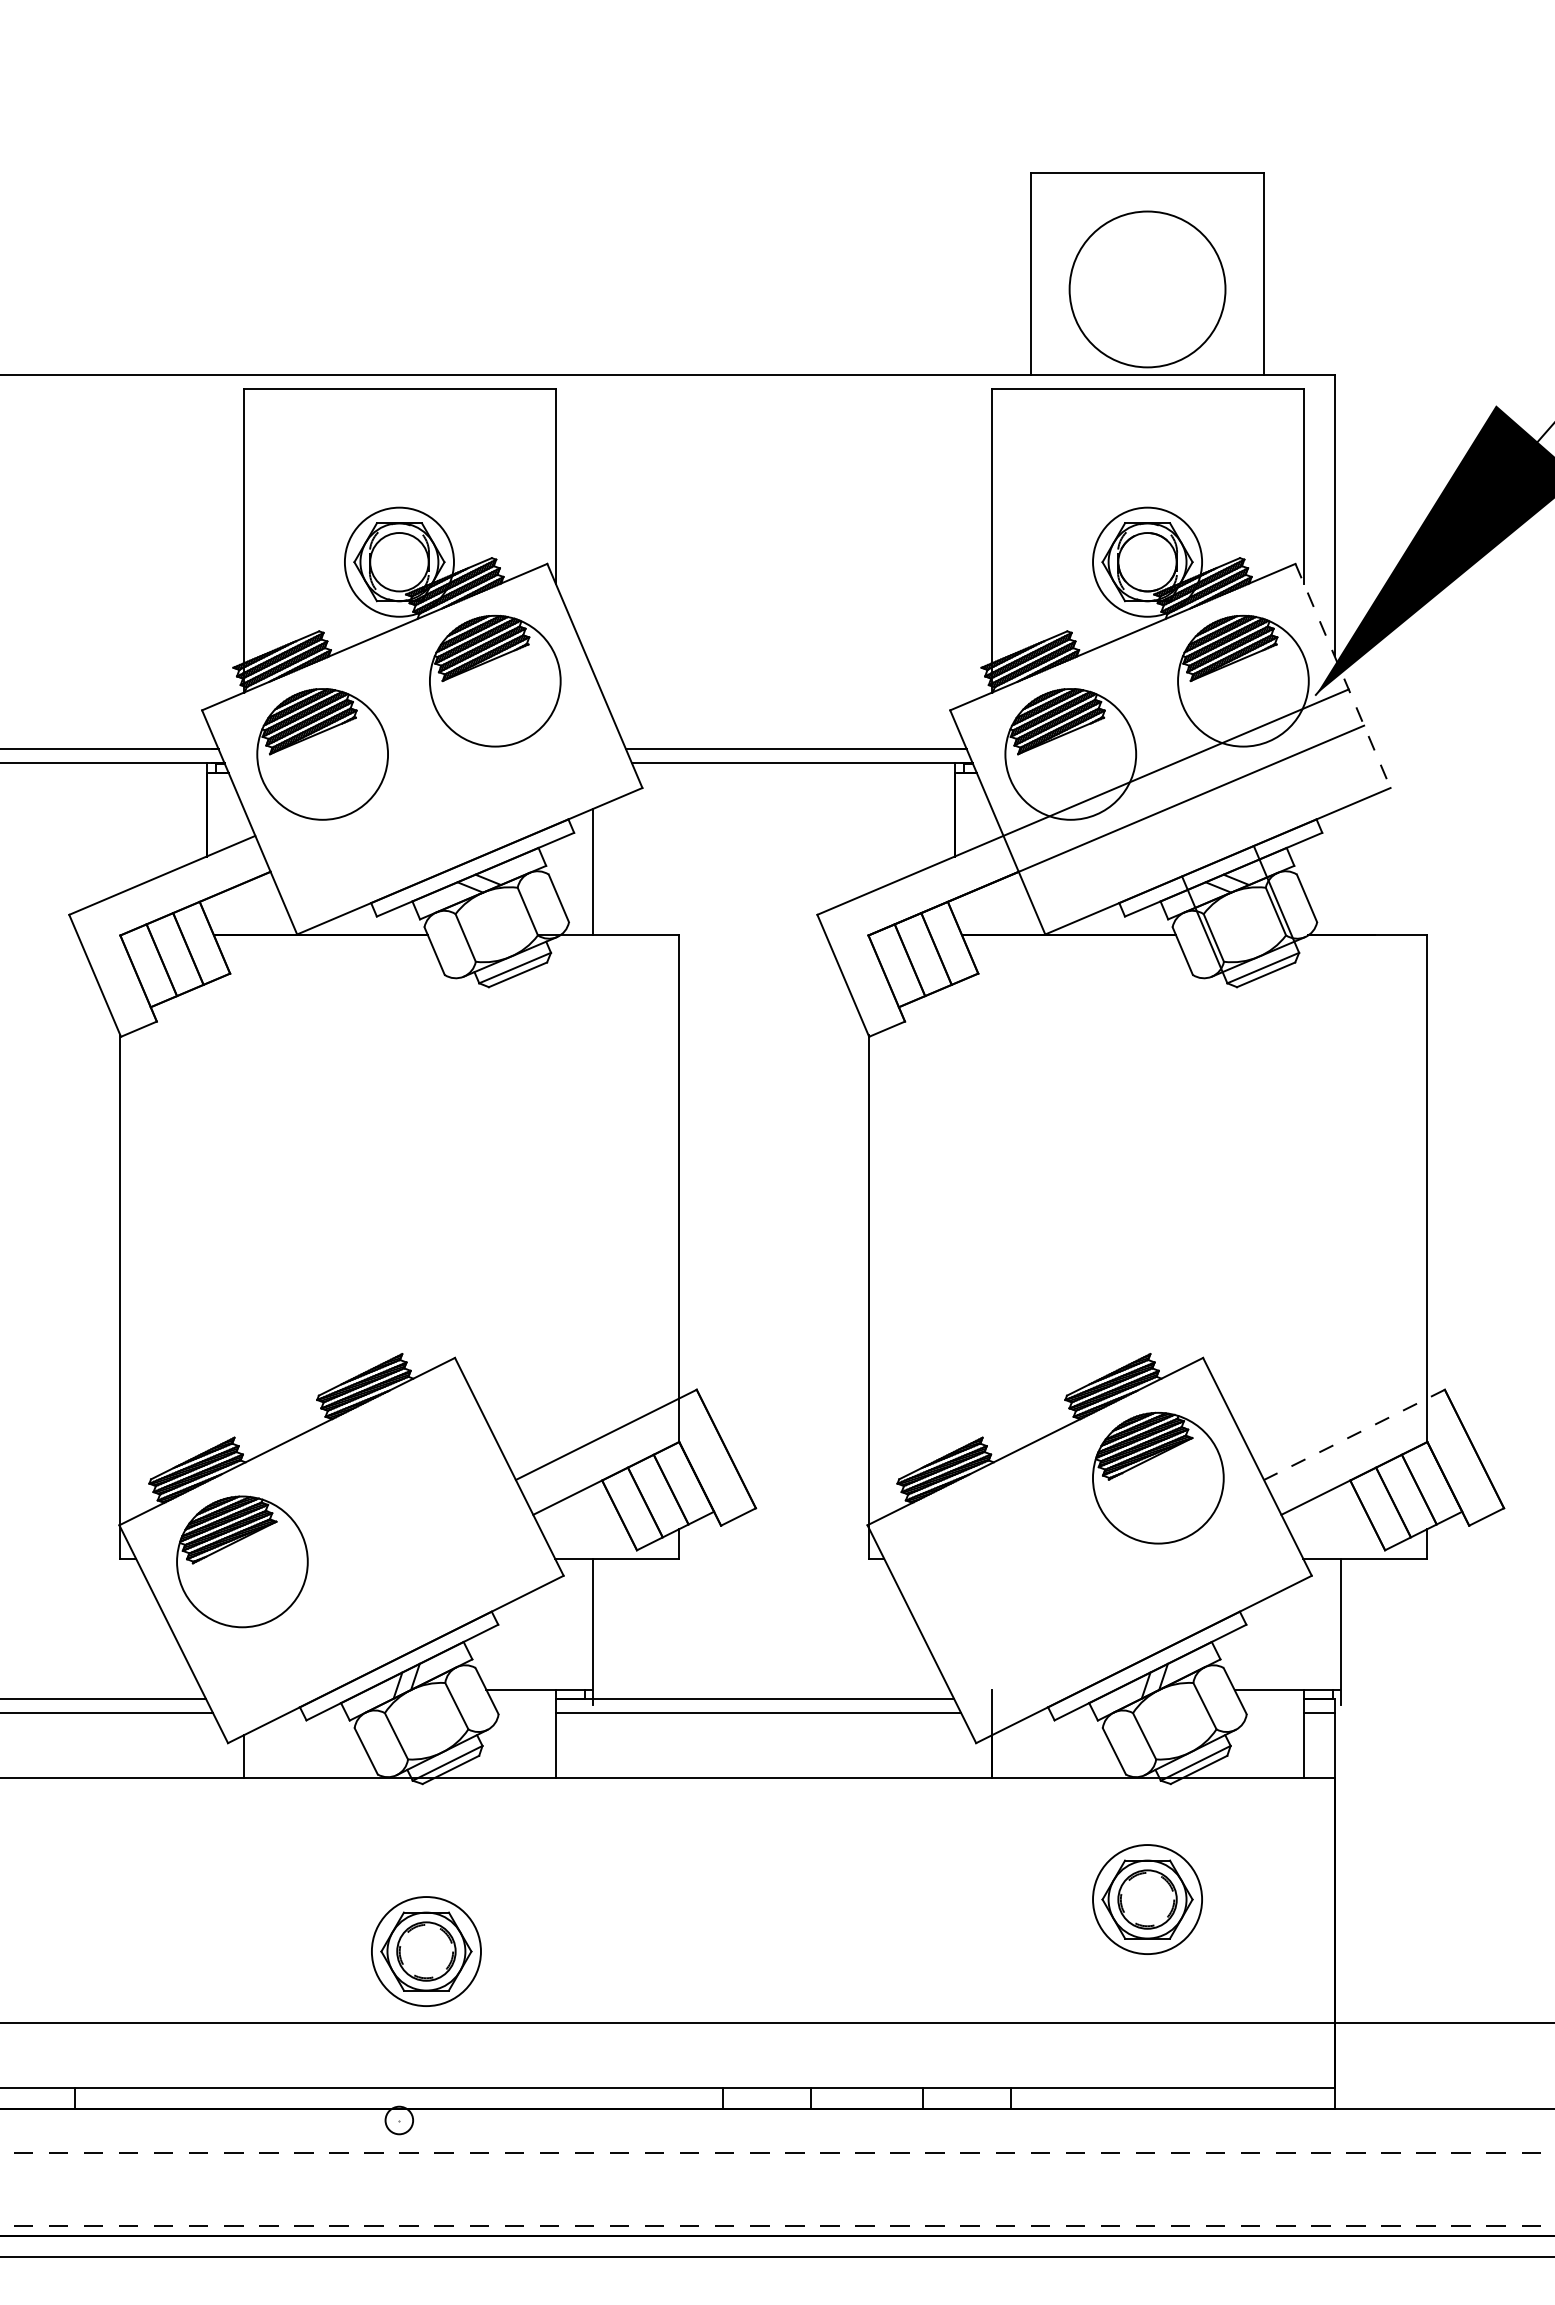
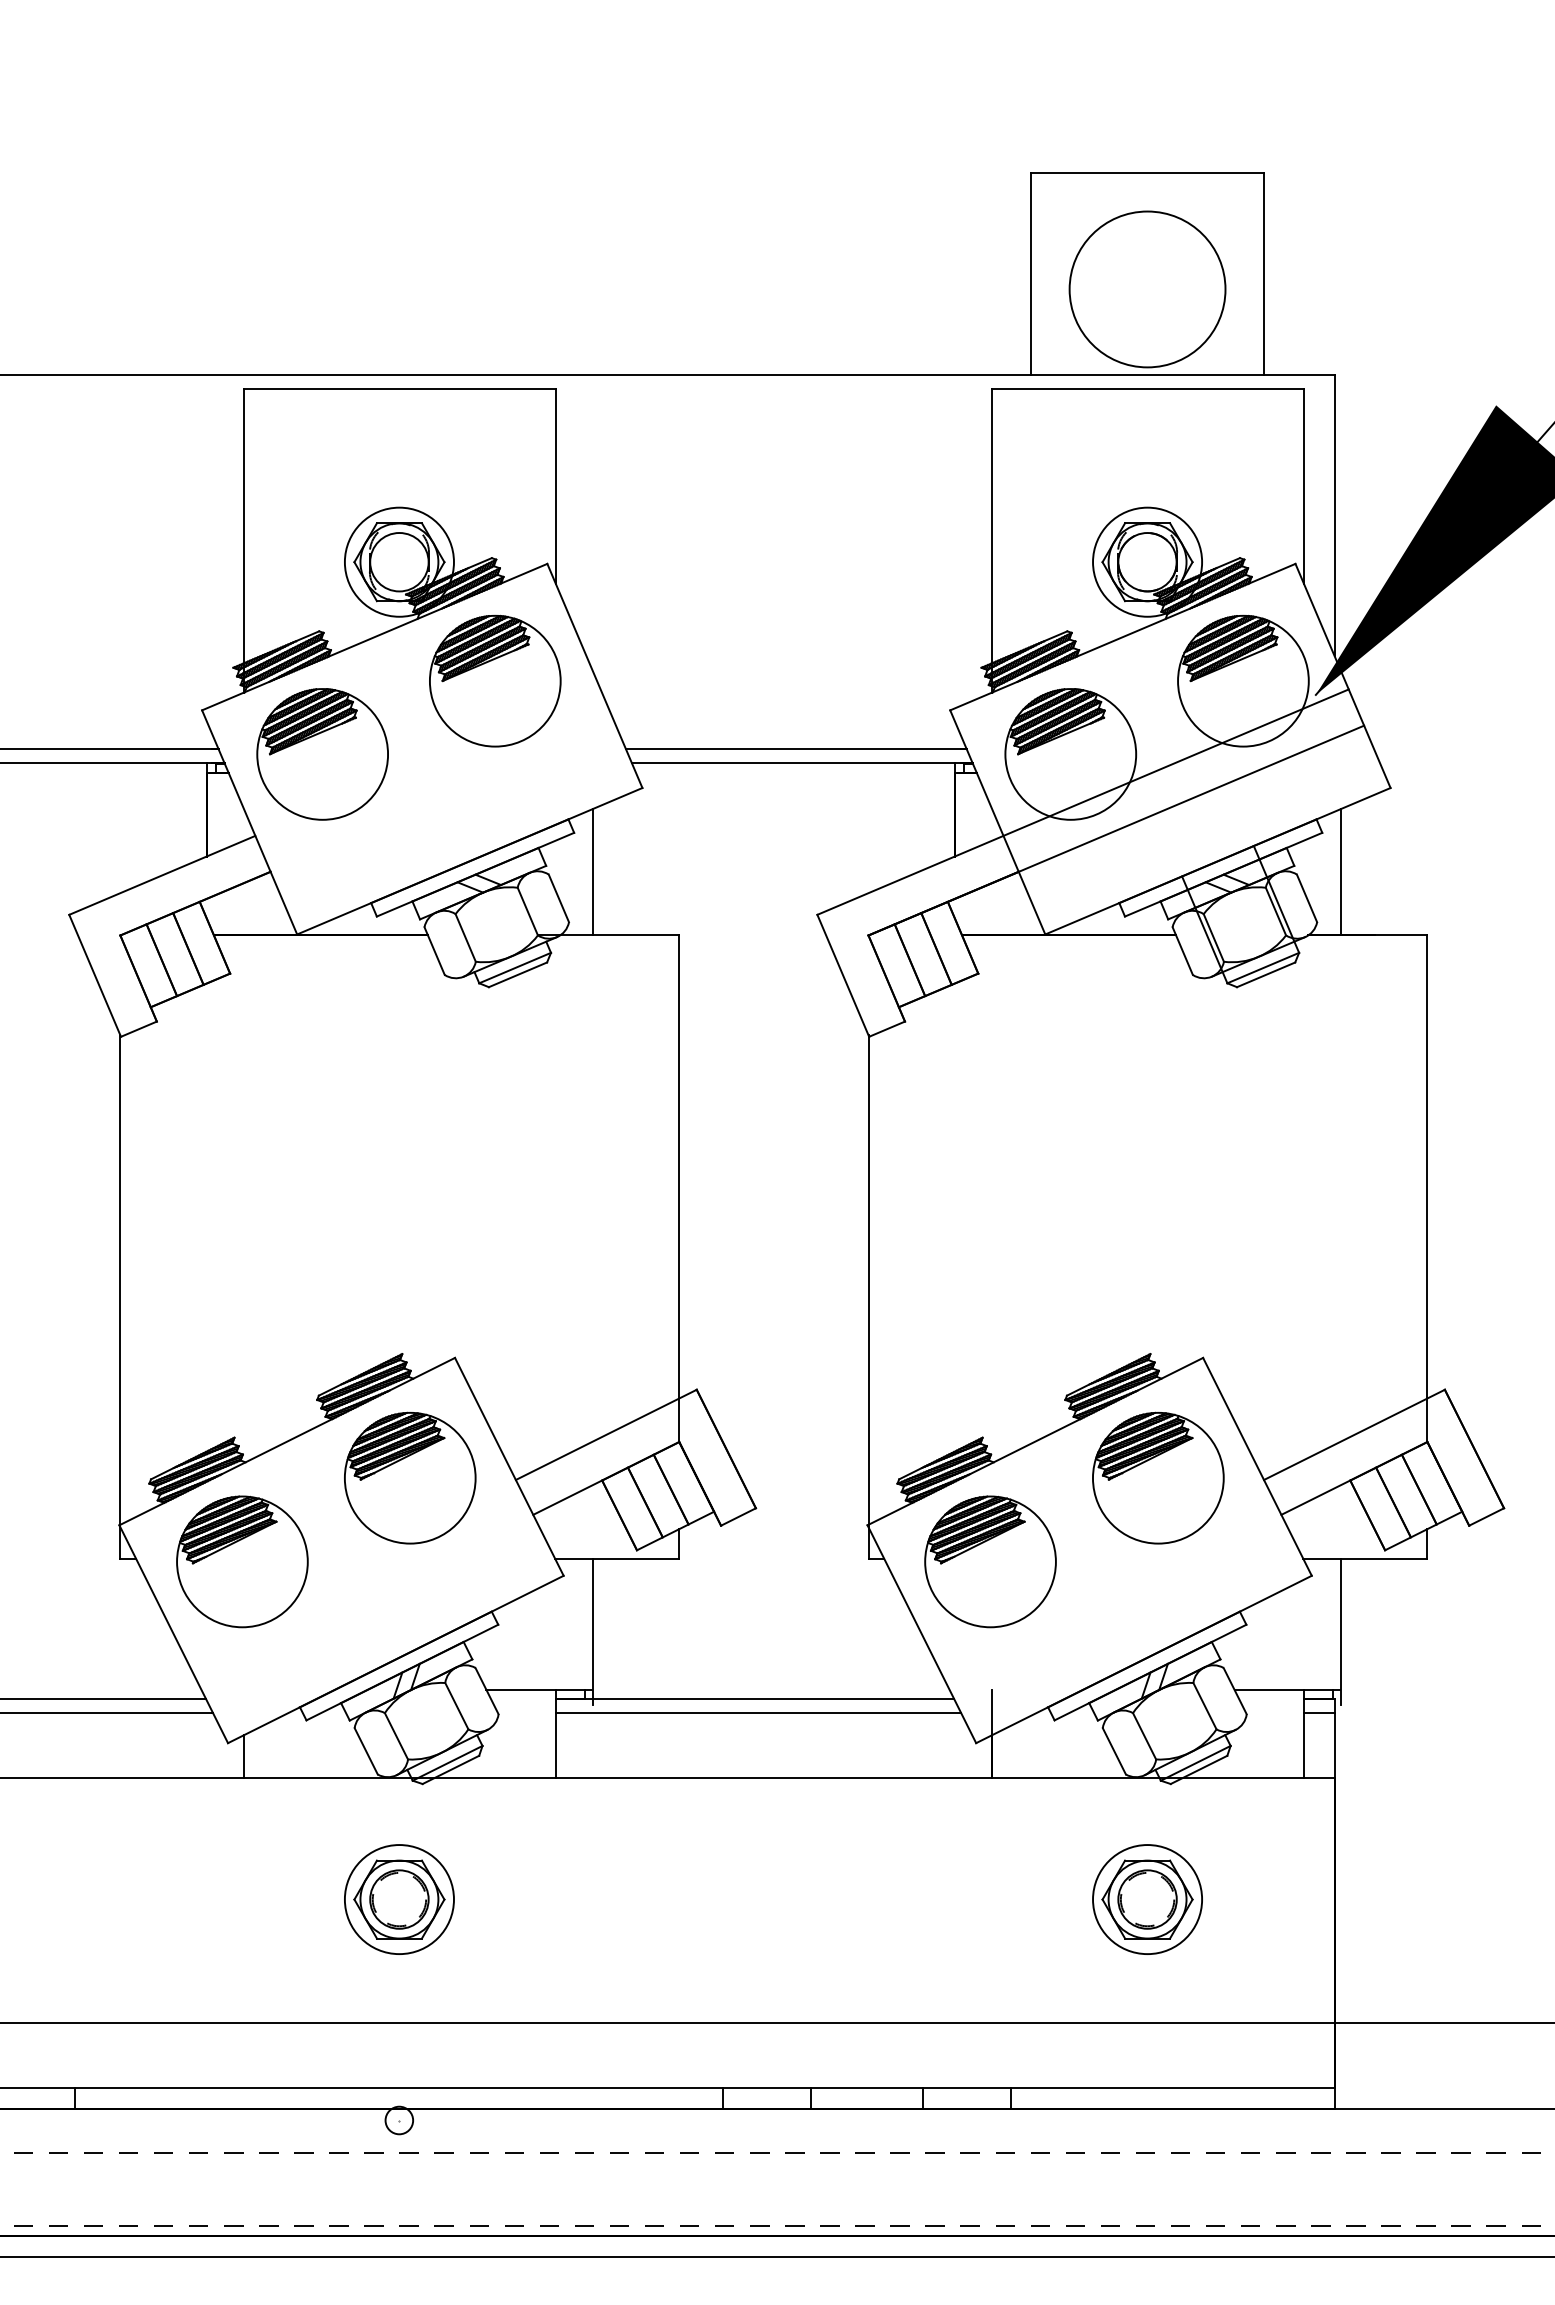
line at (1343, 675): dashed -> solid
line at (1341, 871): none -> present
line at (1354, 1435): dashed -> solid
part at (410, 1477): none -> present
part at (990, 1561): none -> present
part at (426, 1951) position: (426, 1951) -> (399, 1899)
